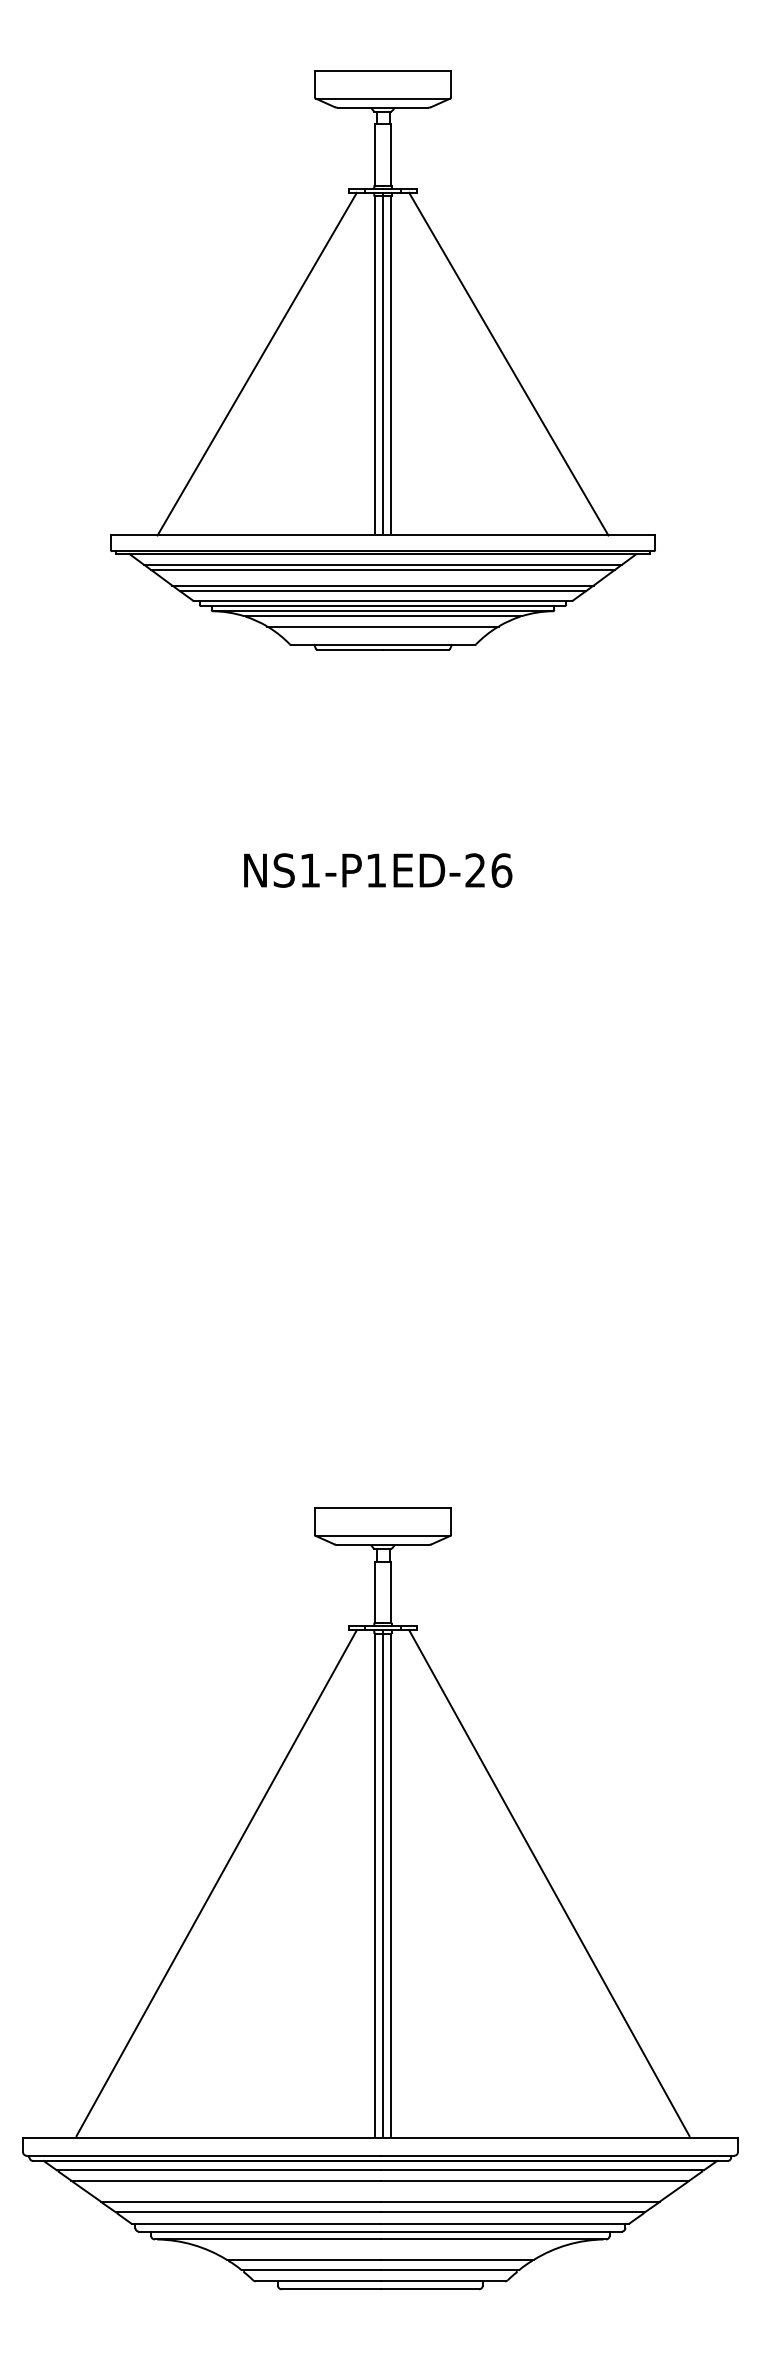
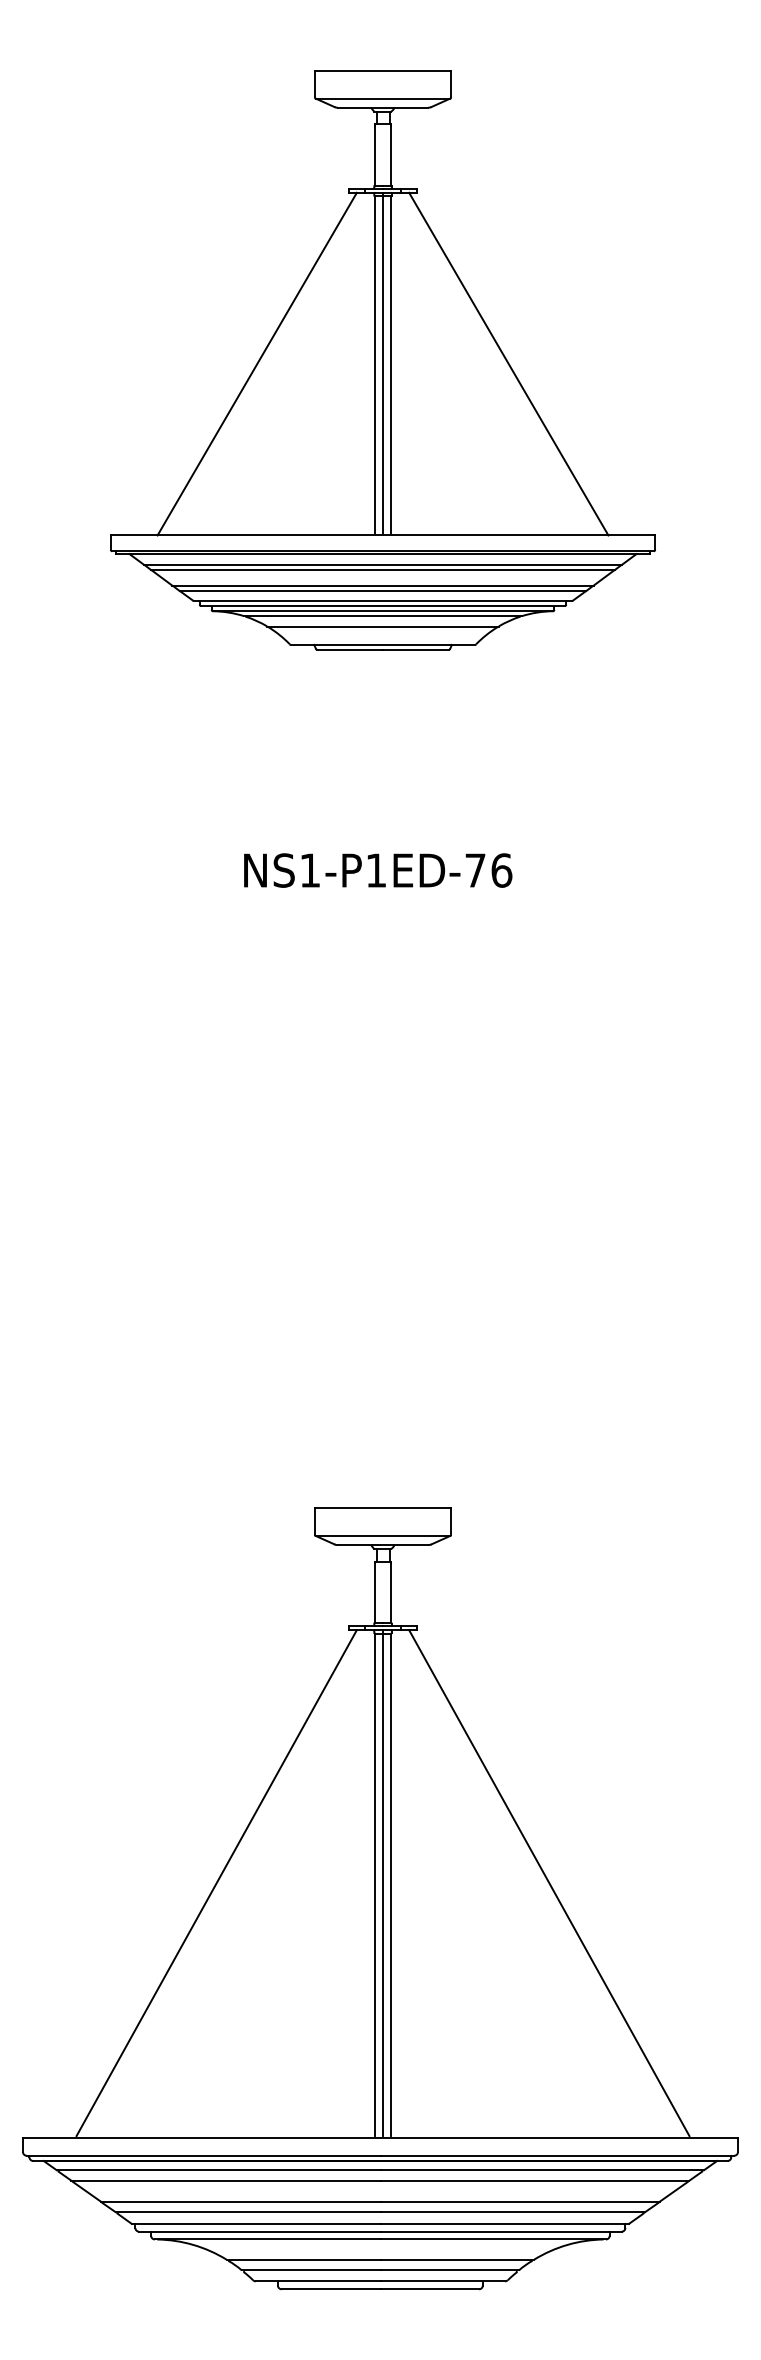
text at (475, 870): NS1-P1ED-26 -> NS1-P1ED-76
